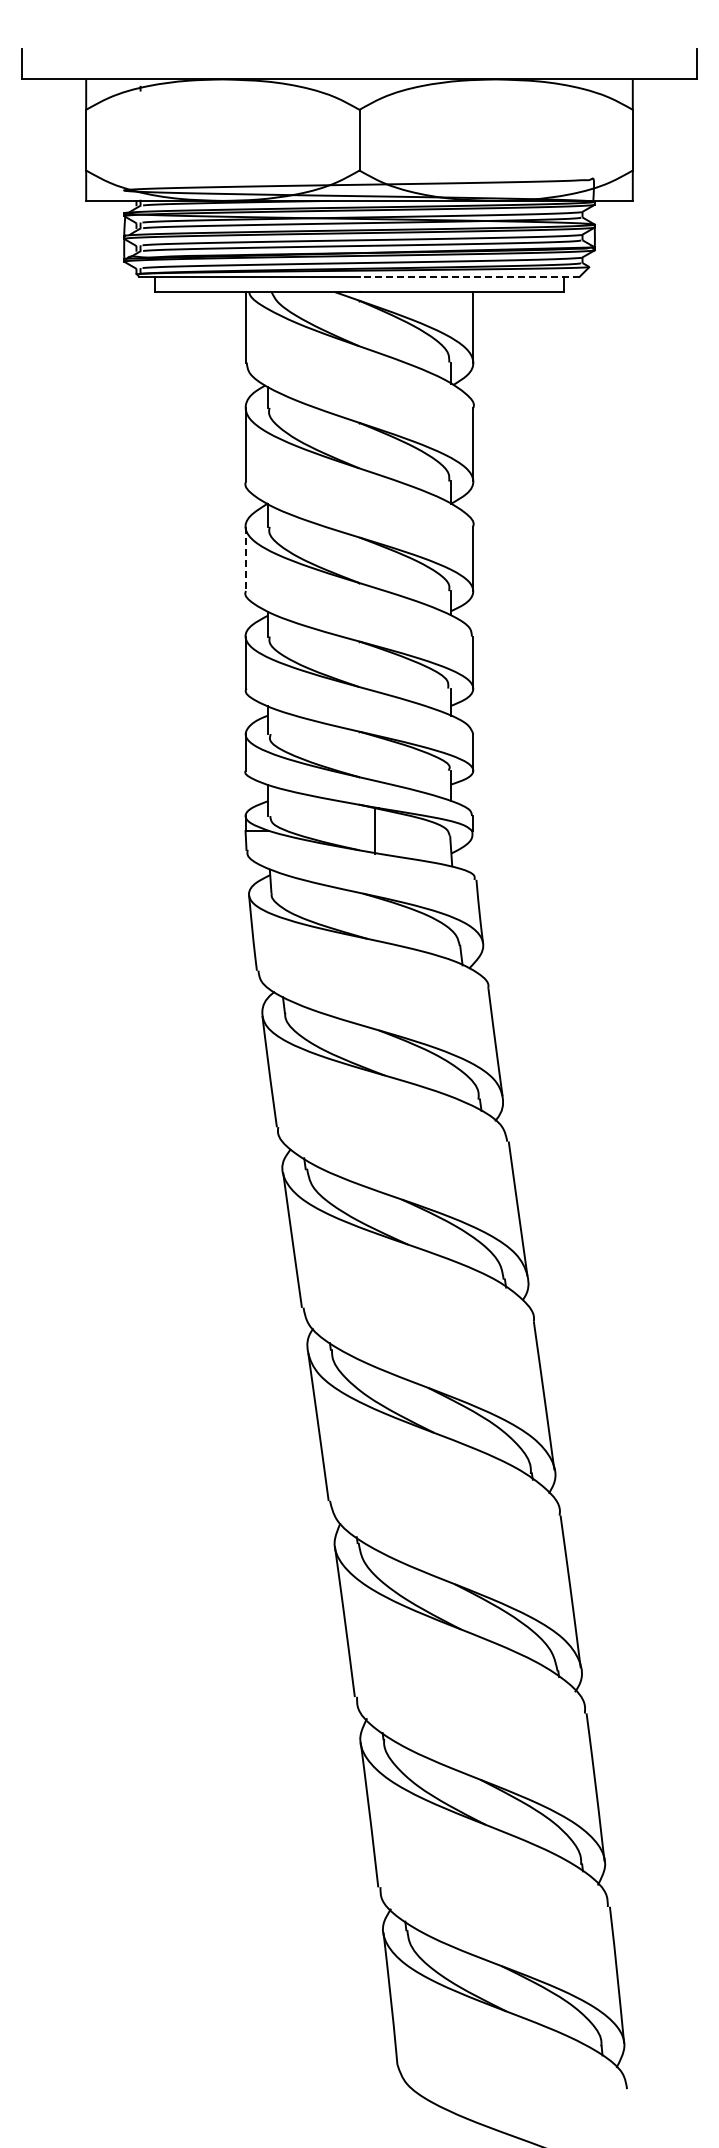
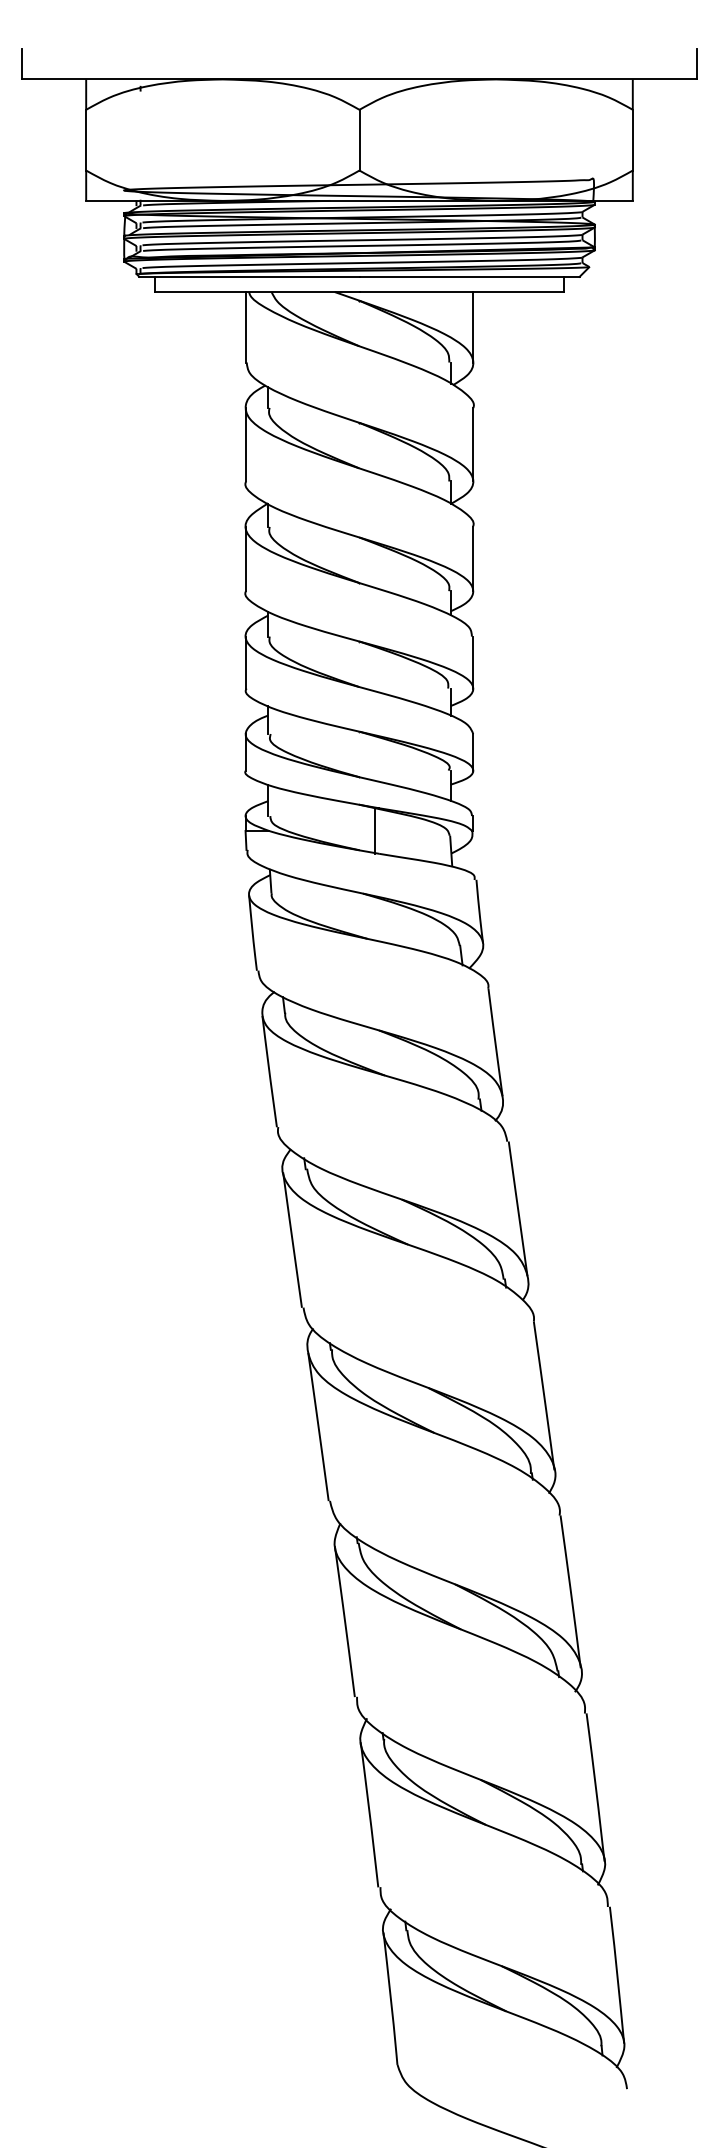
line at (469, 276): dashed -> solid
line at (245, 559): dashed -> solid
